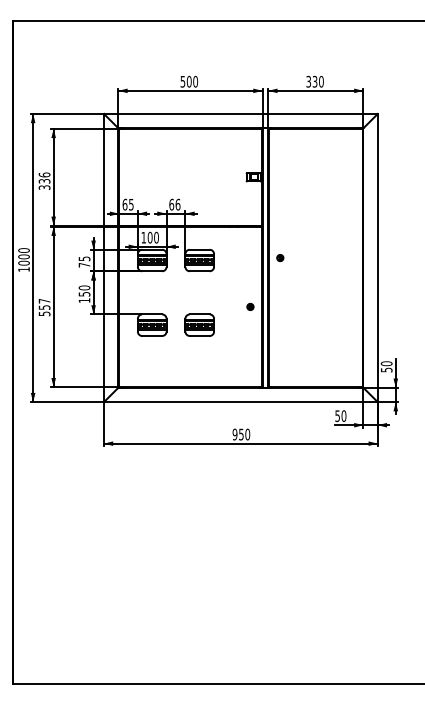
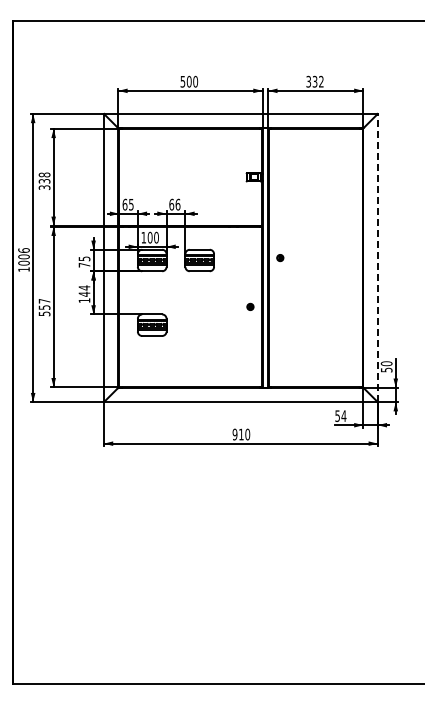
text at (321, 81): 330 -> 332
text at (44, 174): 336 -> 338
text at (23, 250): 1000 -> 1006
line at (377, 258): solid -> dashed
text at (84, 290): 150 -> 144
part at (199, 324): present -> none
text at (343, 415): 50 -> 54
text at (241, 434): 950 -> 910
